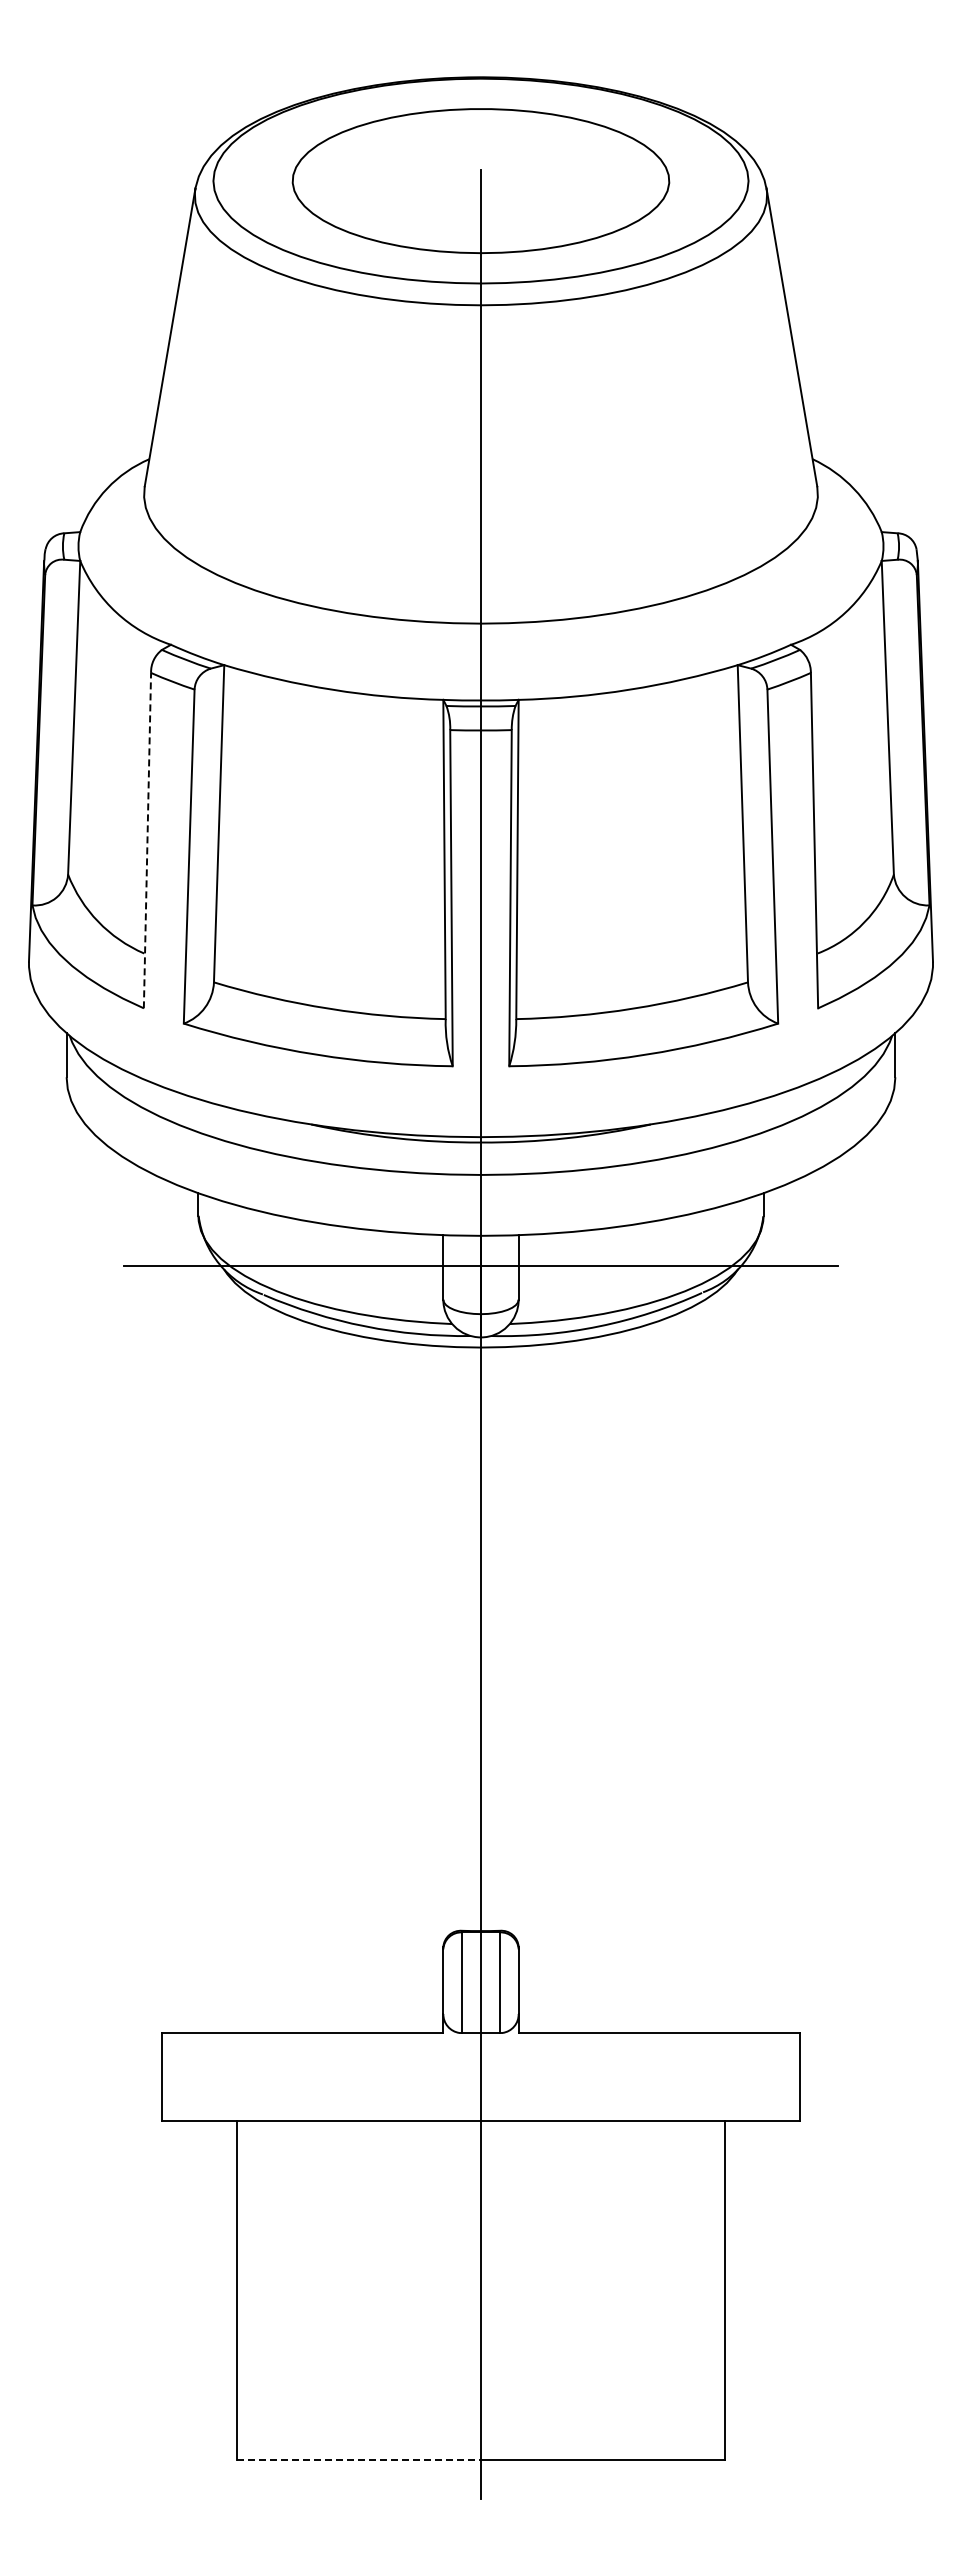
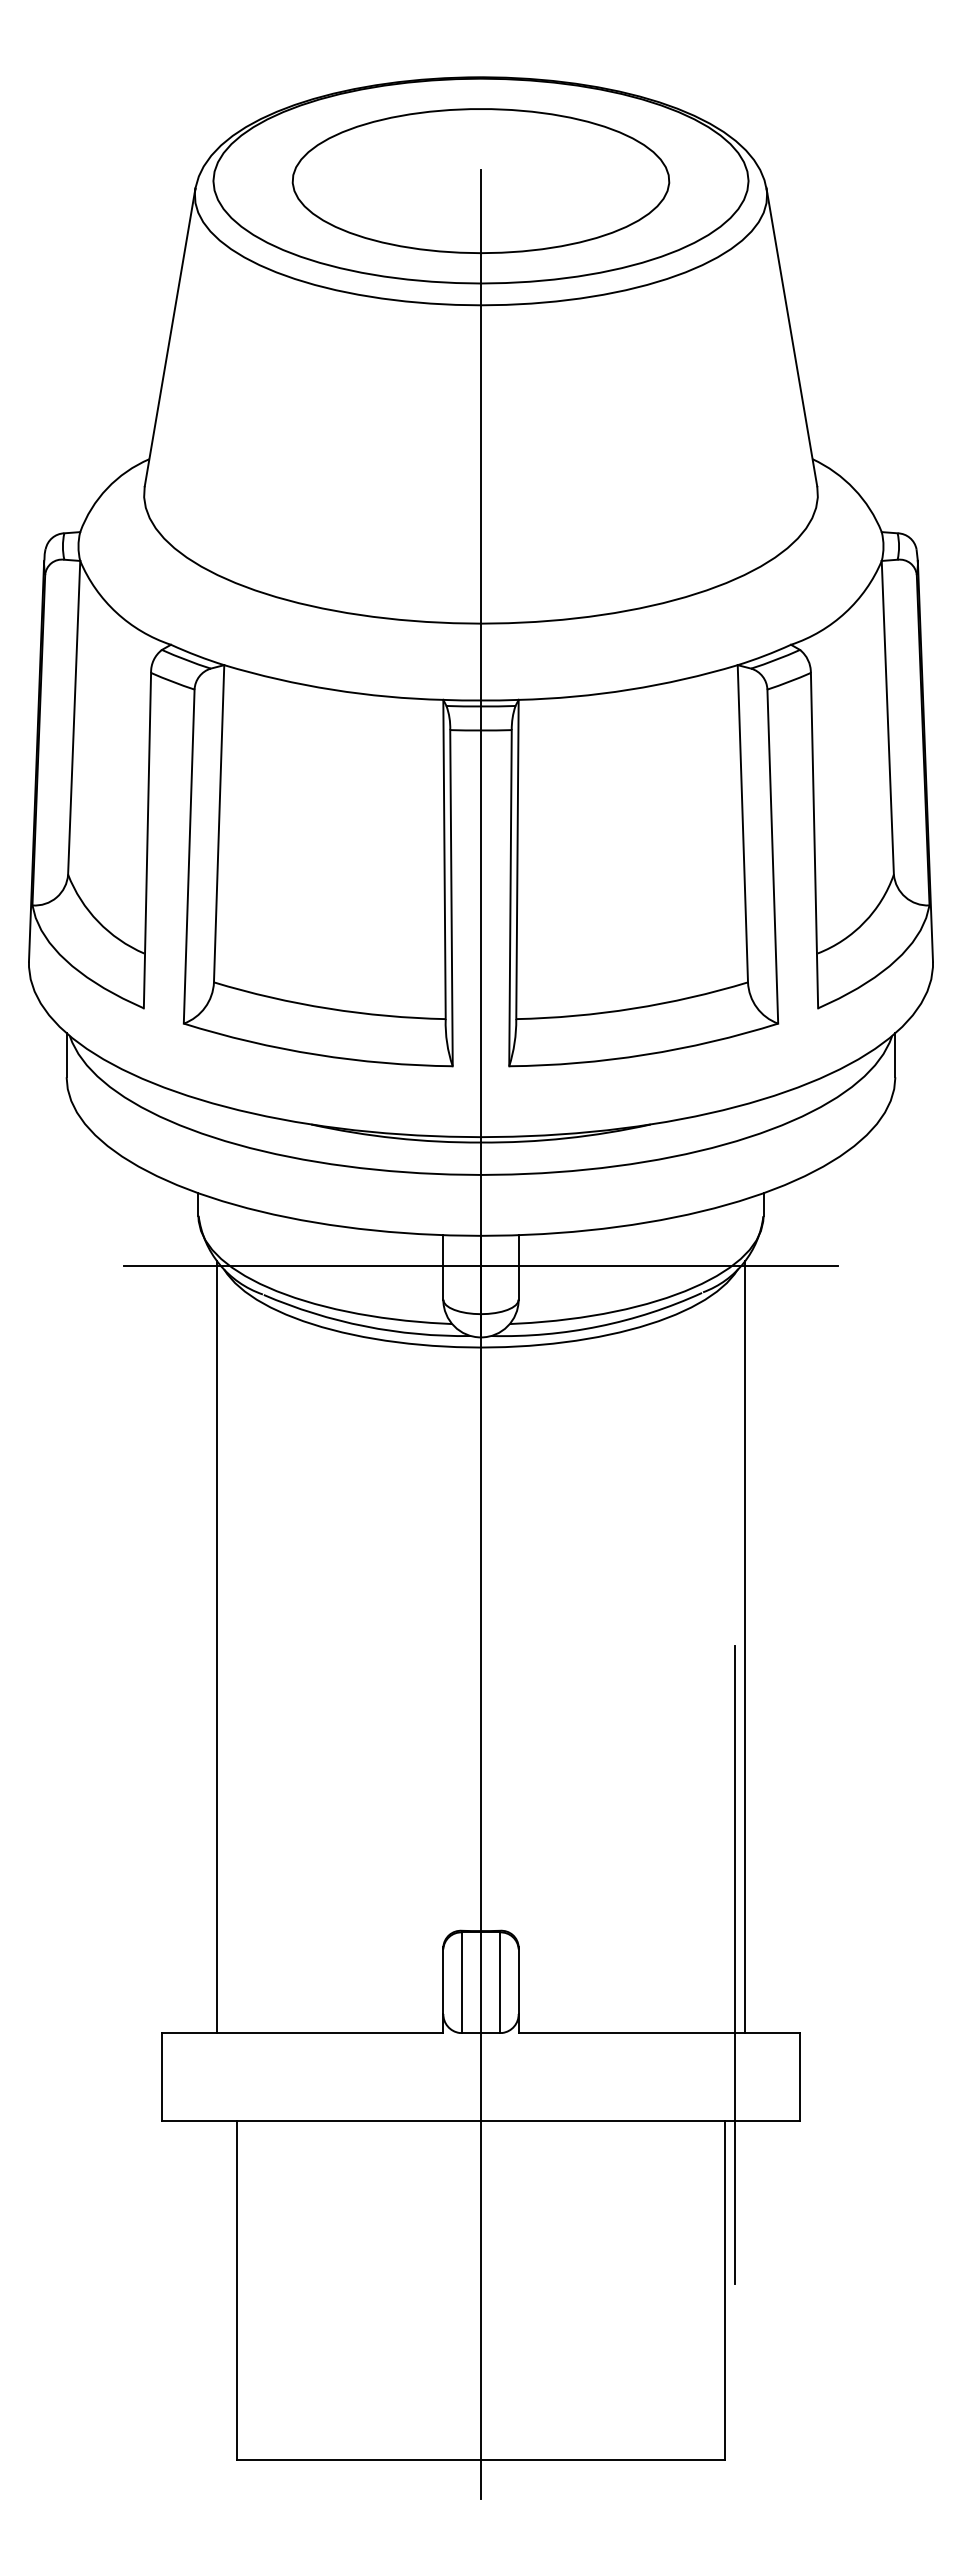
line at (147, 840): dashed -> solid
line at (217, 1647): none -> present
line at (744, 1647): none -> present
line at (734, 1965): none -> present
line at (359, 2459): dashed -> solid
